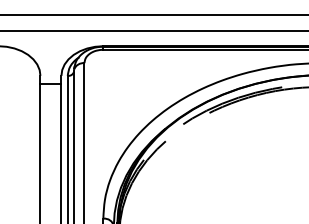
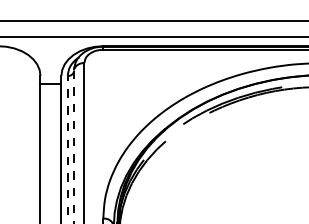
line at (153, 14) position: (153, 14) -> (153, 20)
line at (153, 30) position: (153, 30) -> (153, 36)
line at (73, 147): solid -> dashed
line at (67, 149): solid -> dashed
